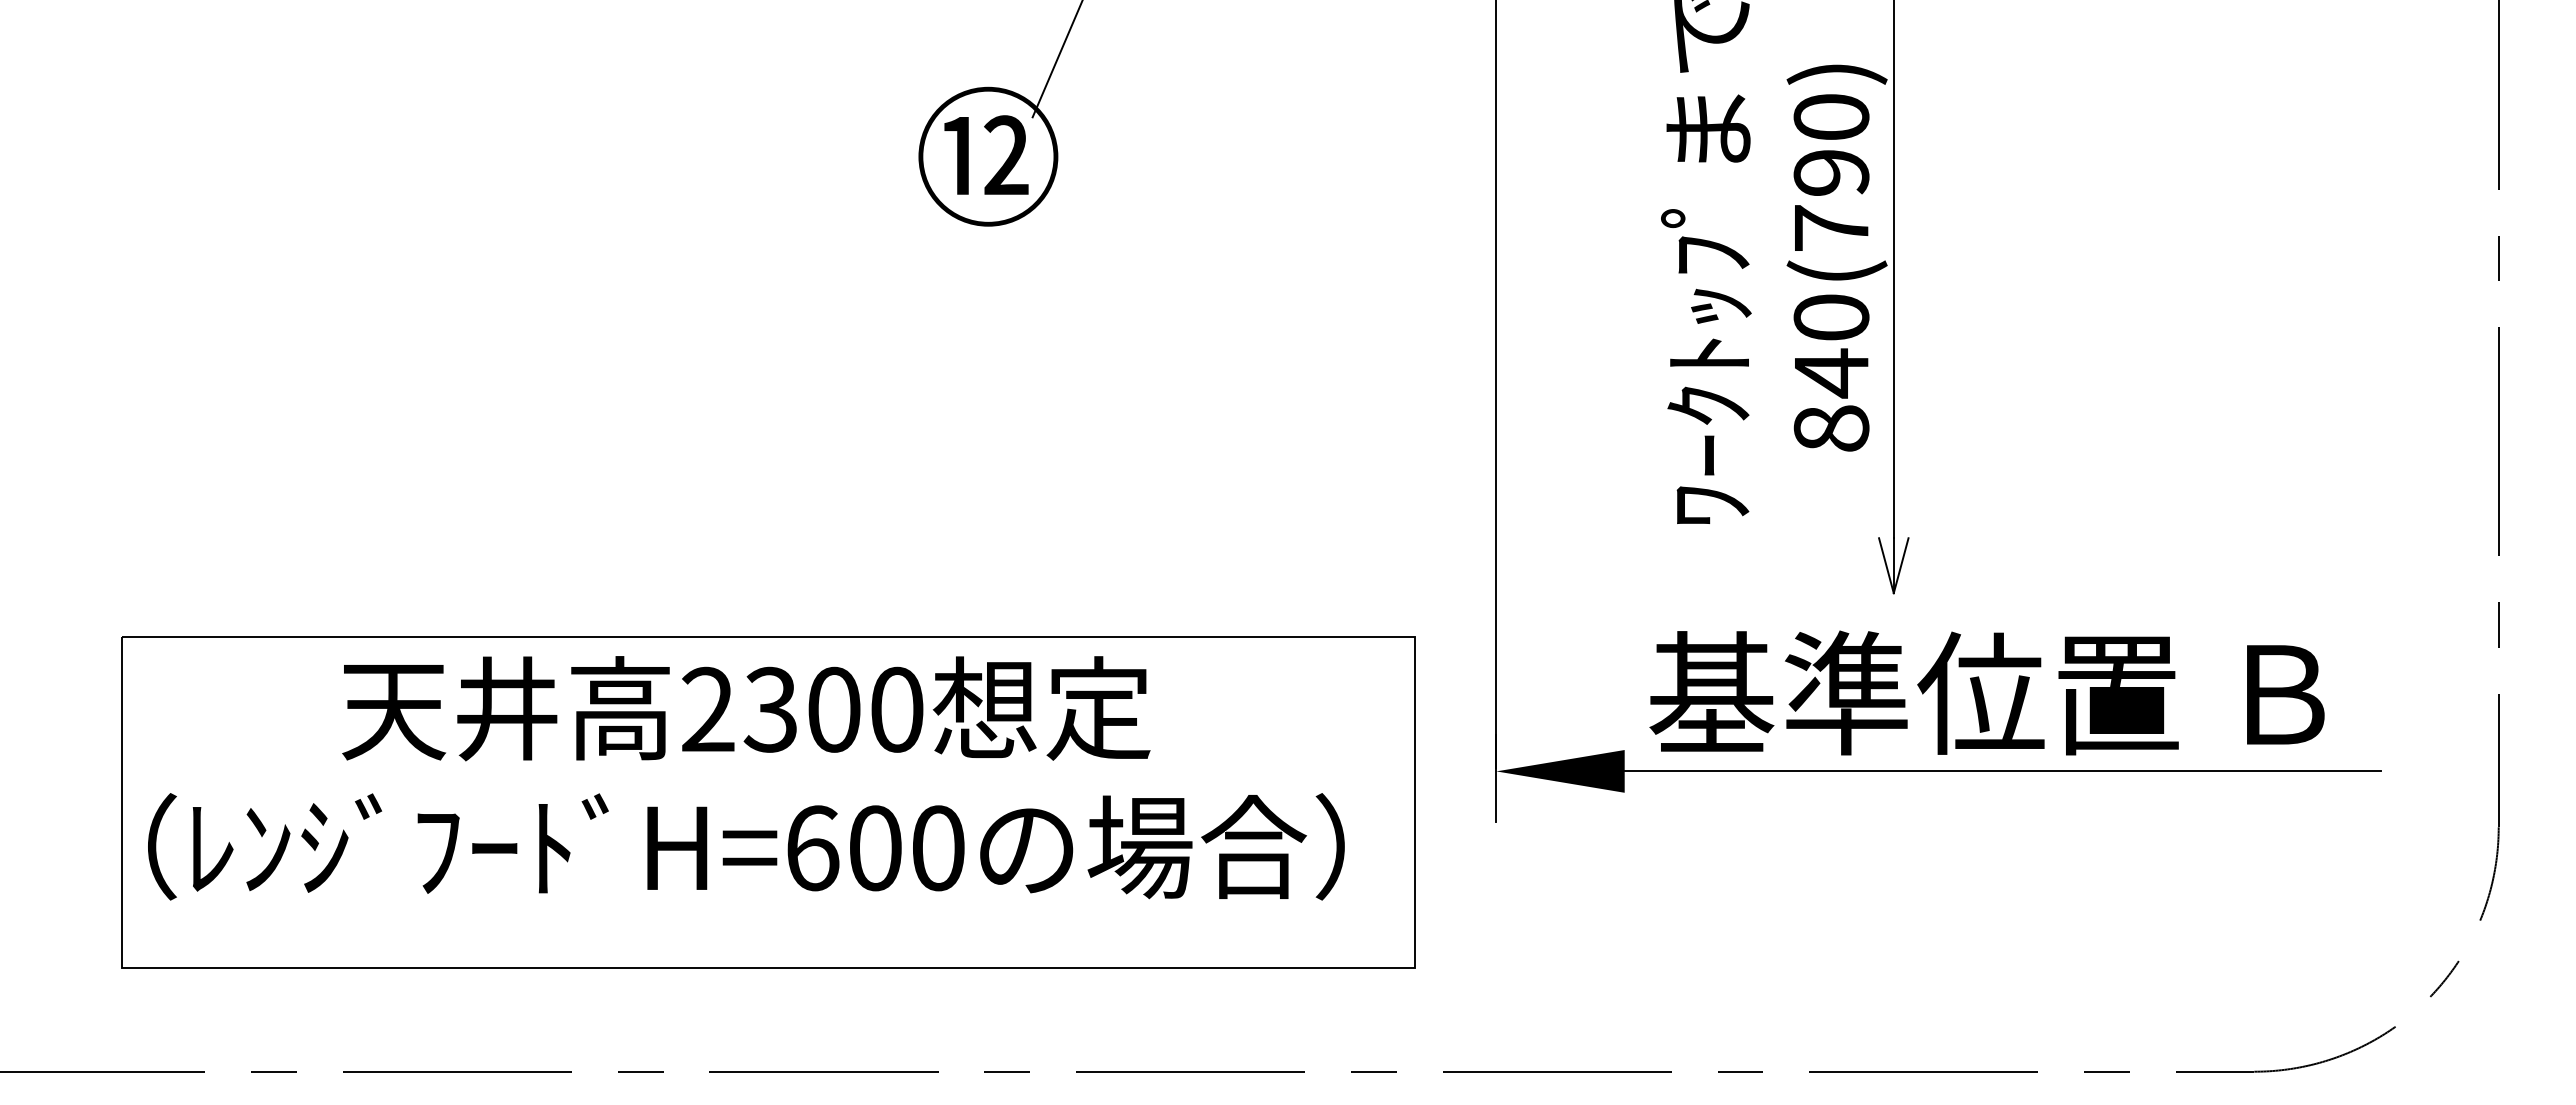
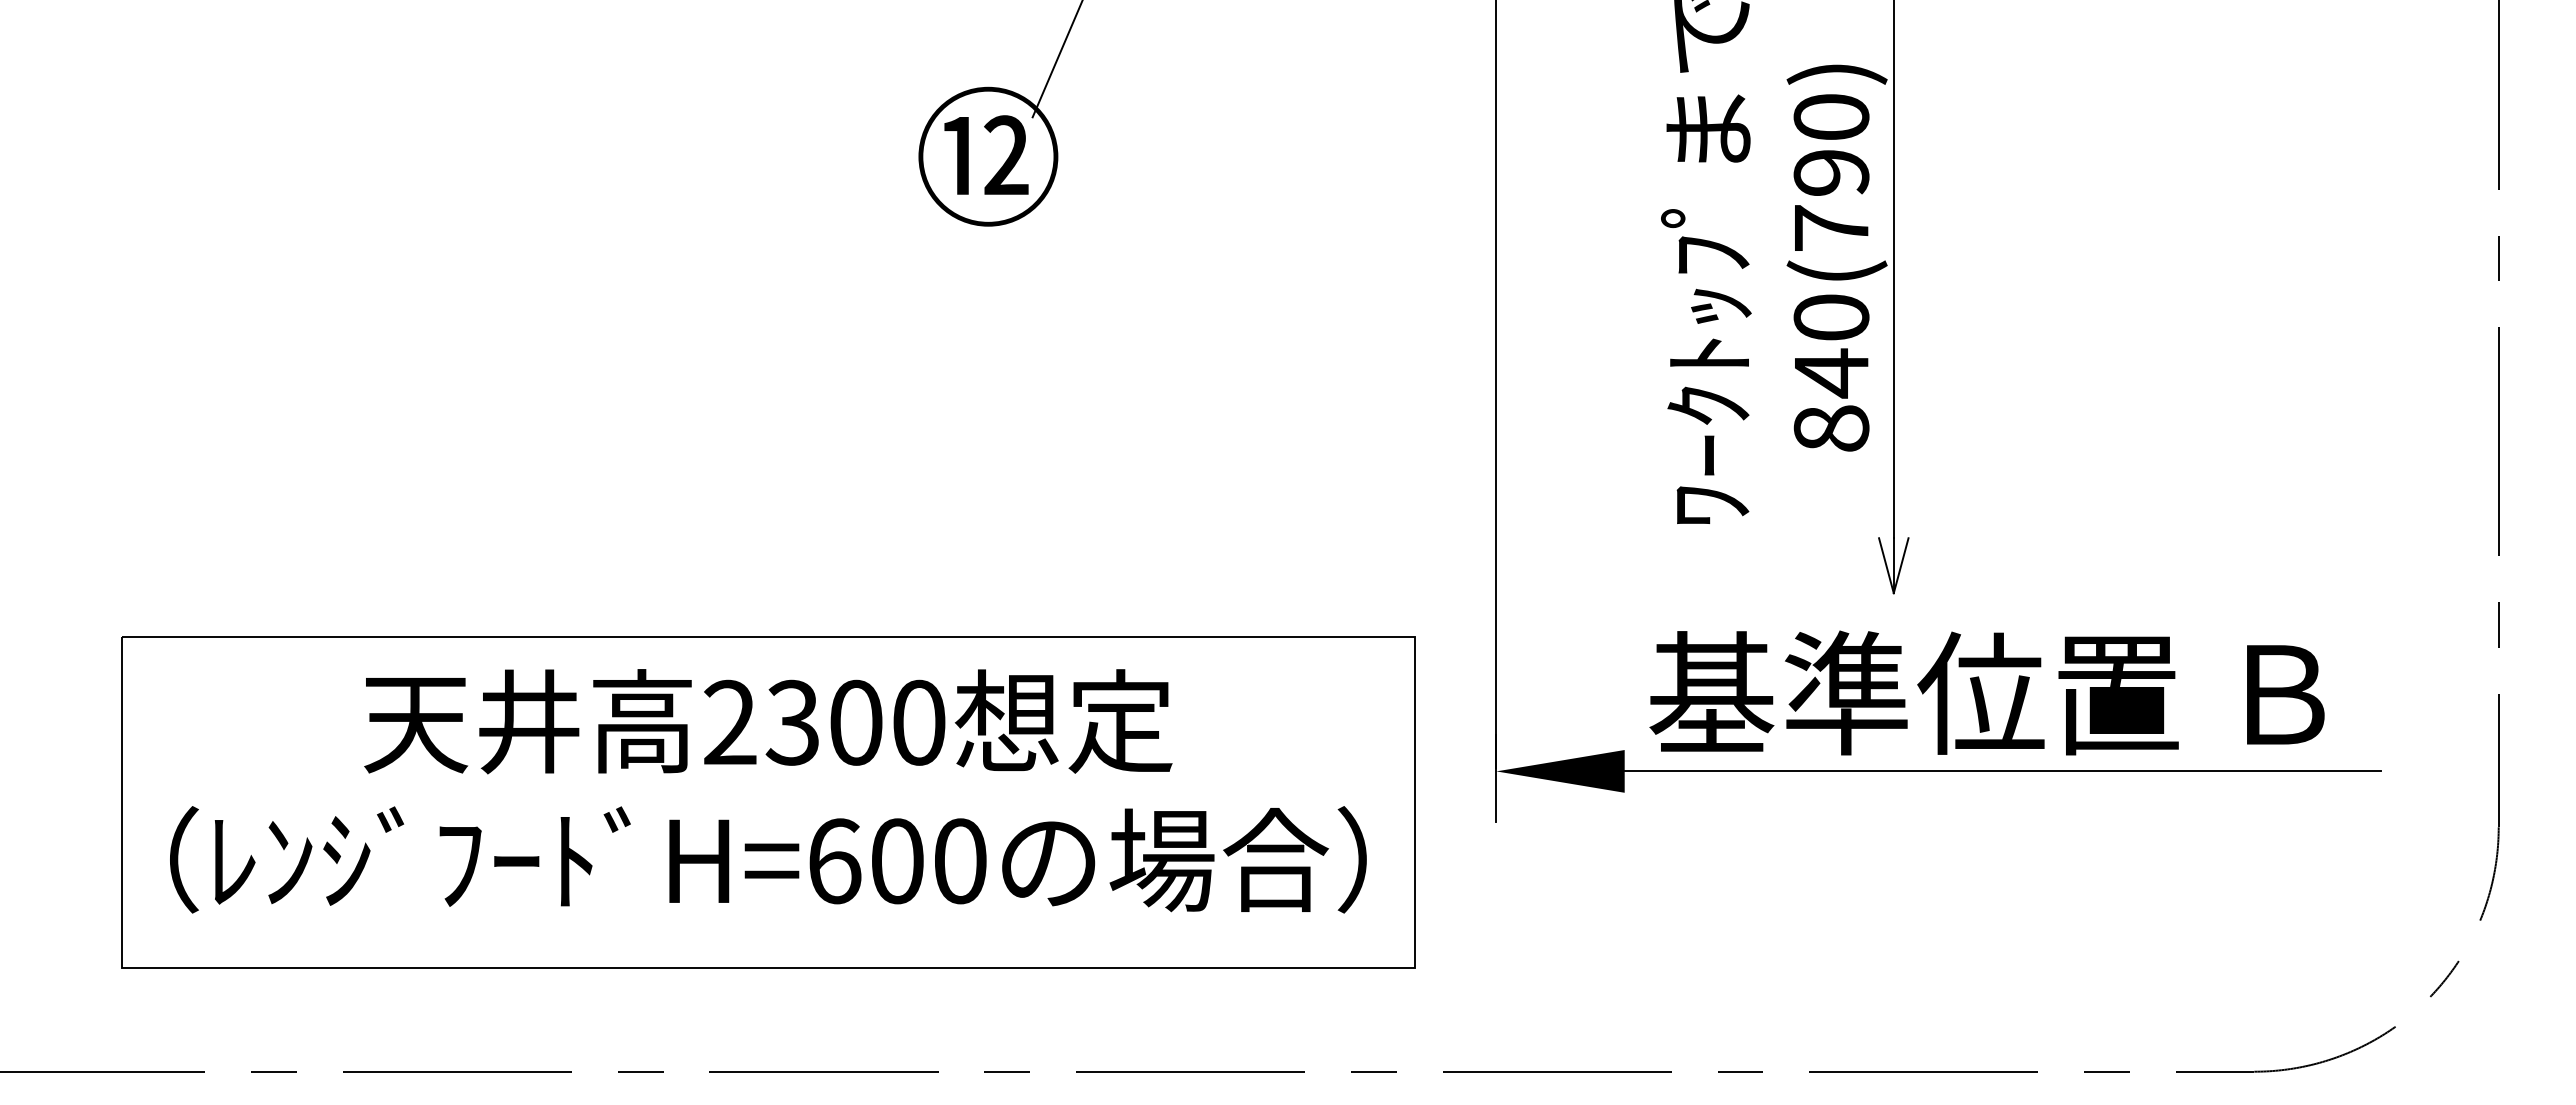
text at (746, 778) position: (746, 778) -> (768, 791)
